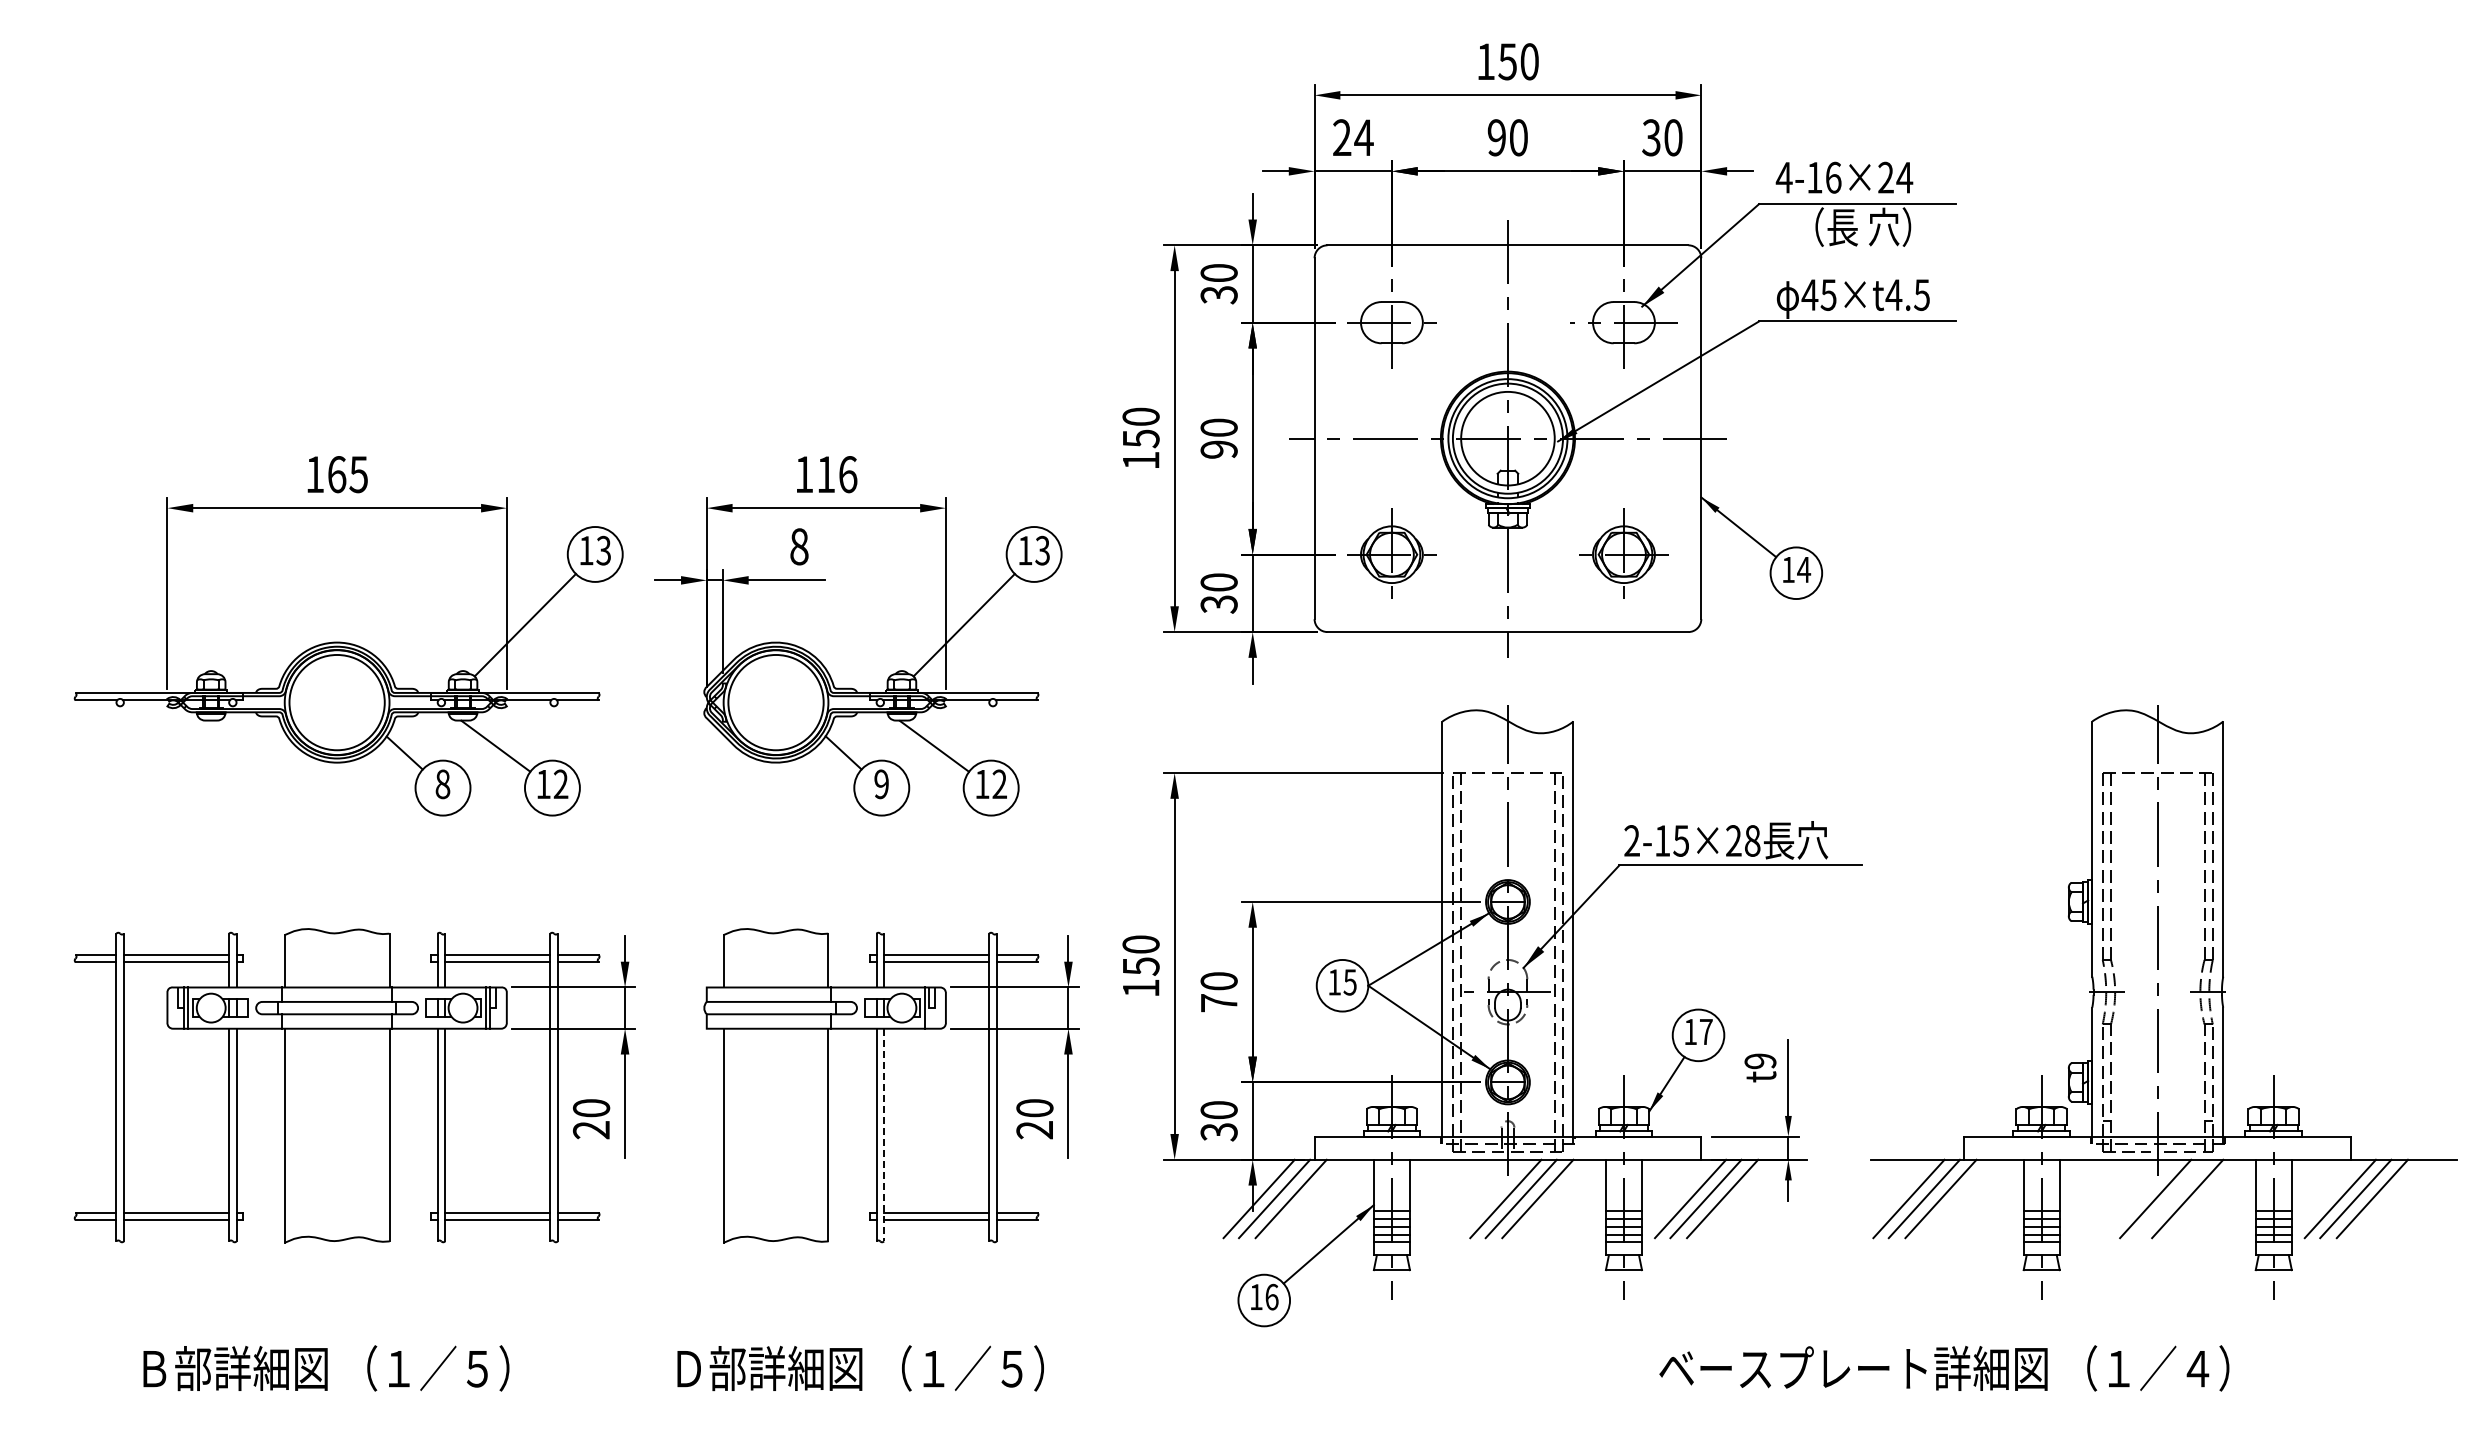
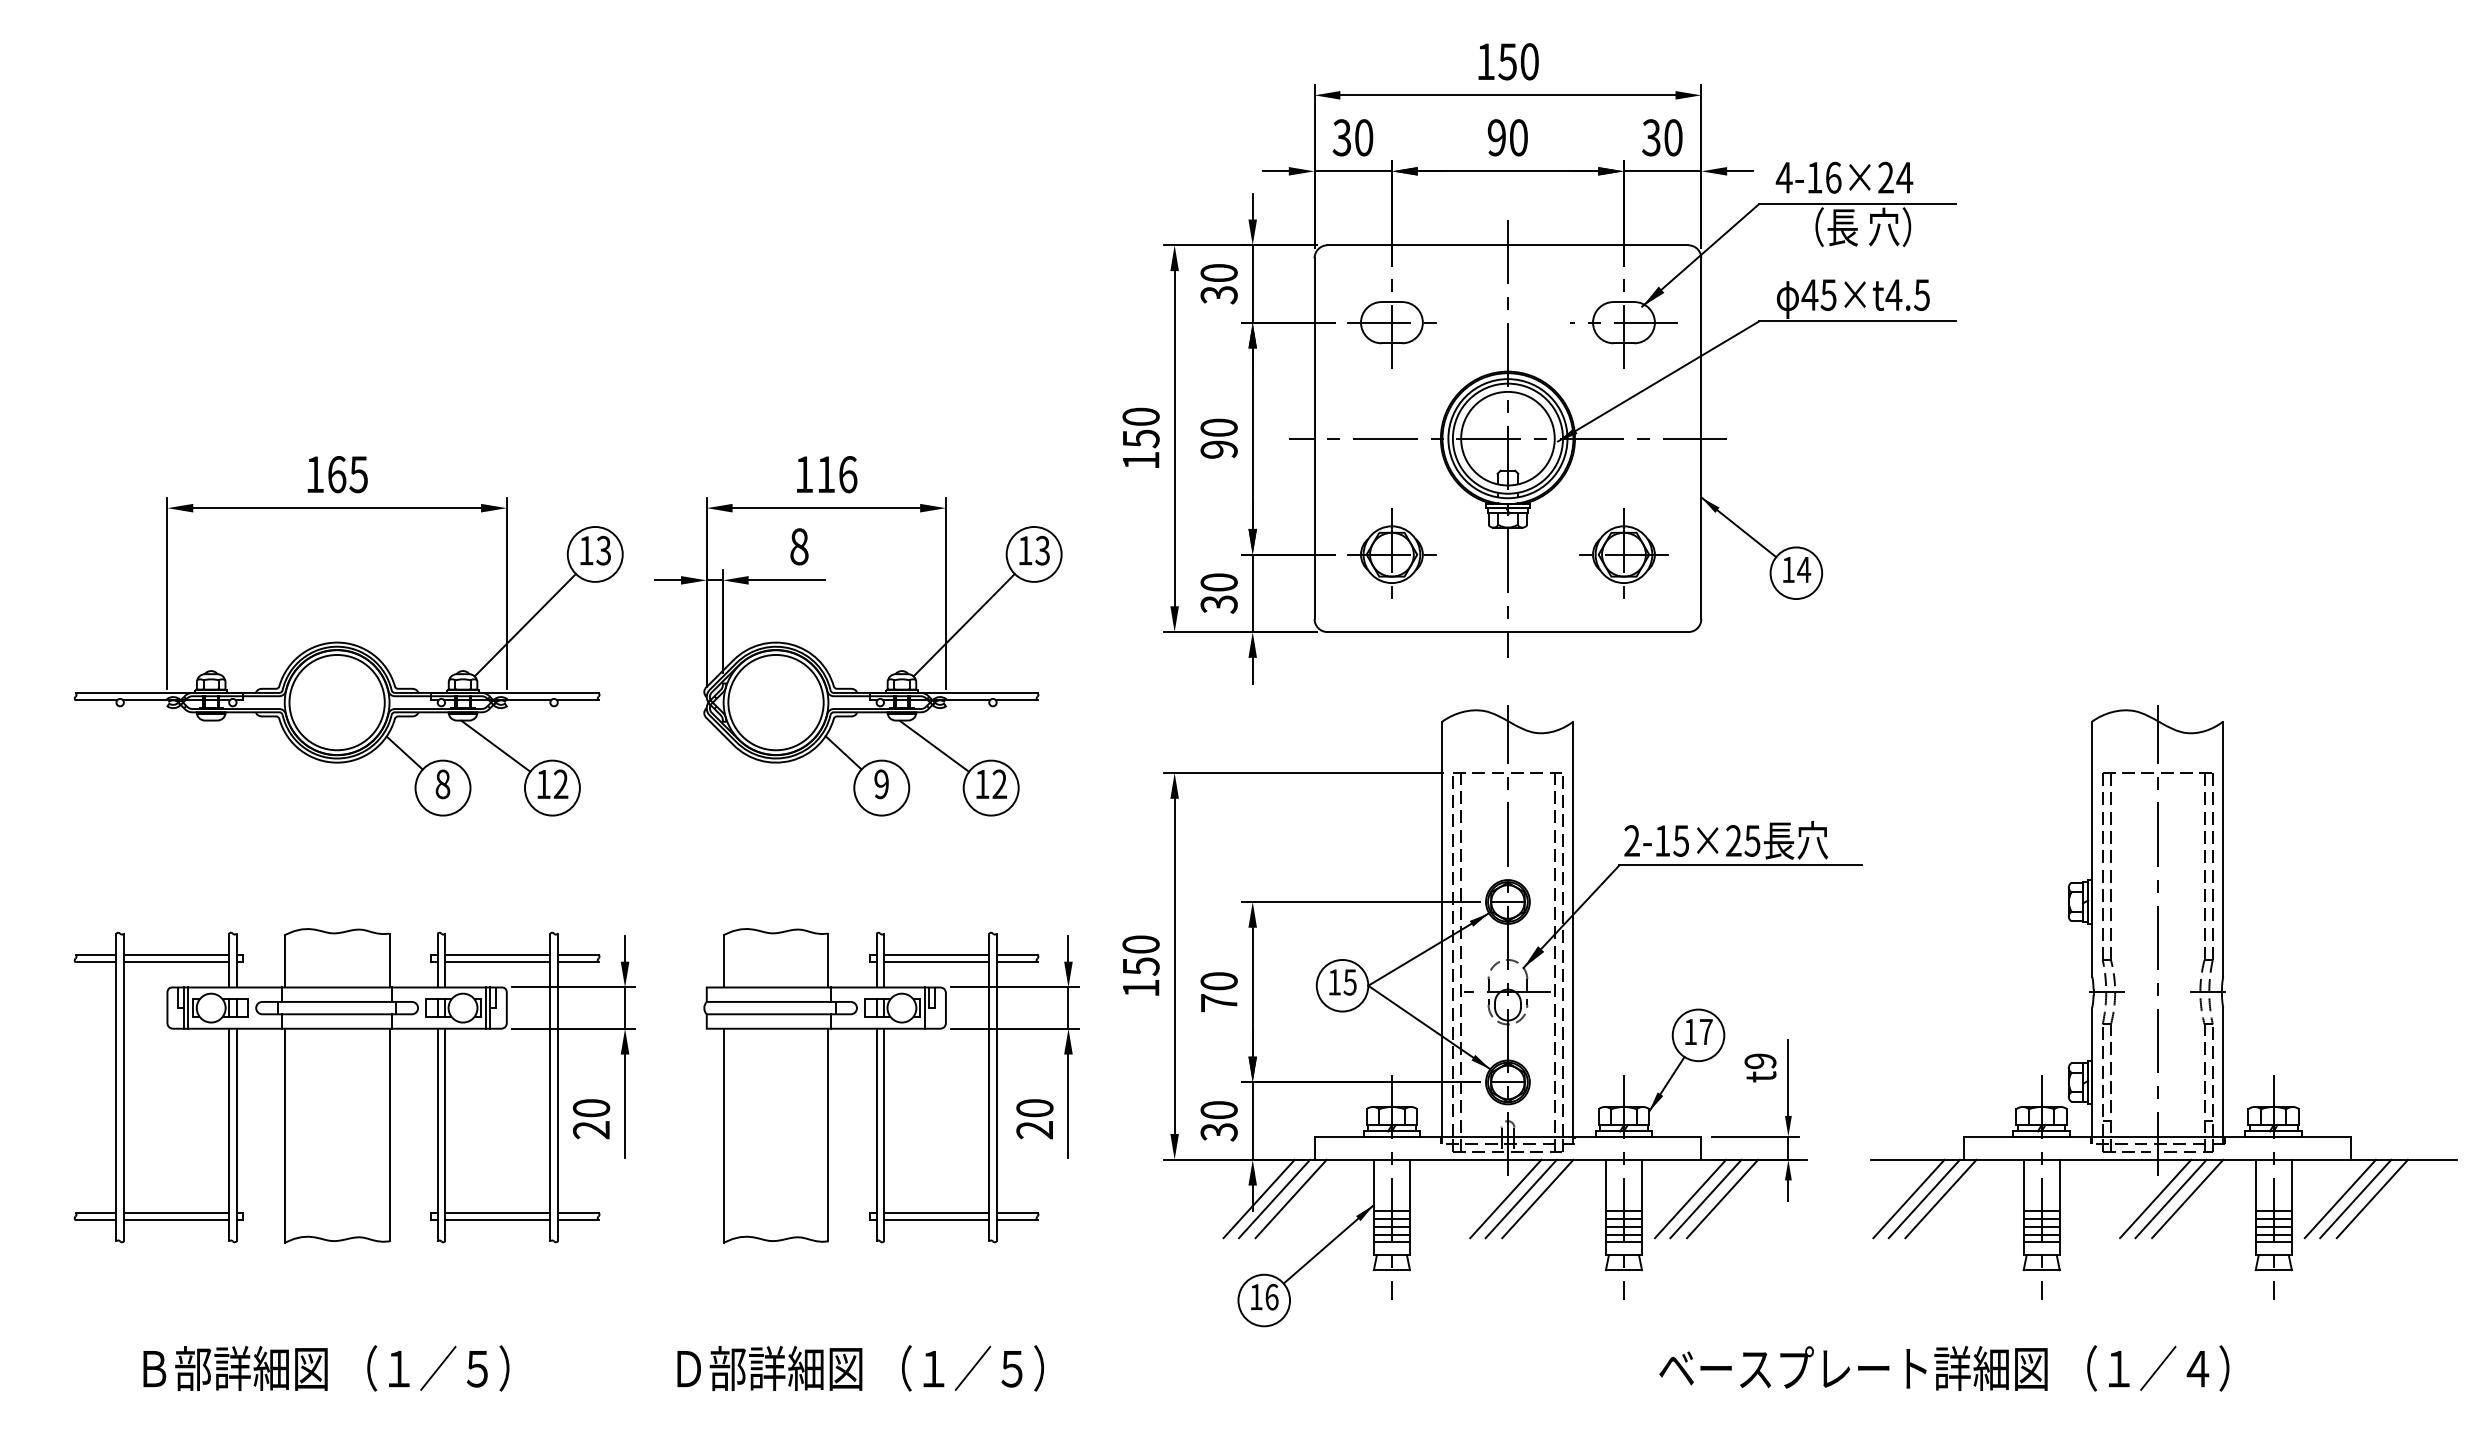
text at (1352, 137): 24 -> 30
text at (1752, 840): 2-15×28 -> 2-15×25
line at (884, 1135): dashed -> solid
line at (2170, 1198): none -> present
